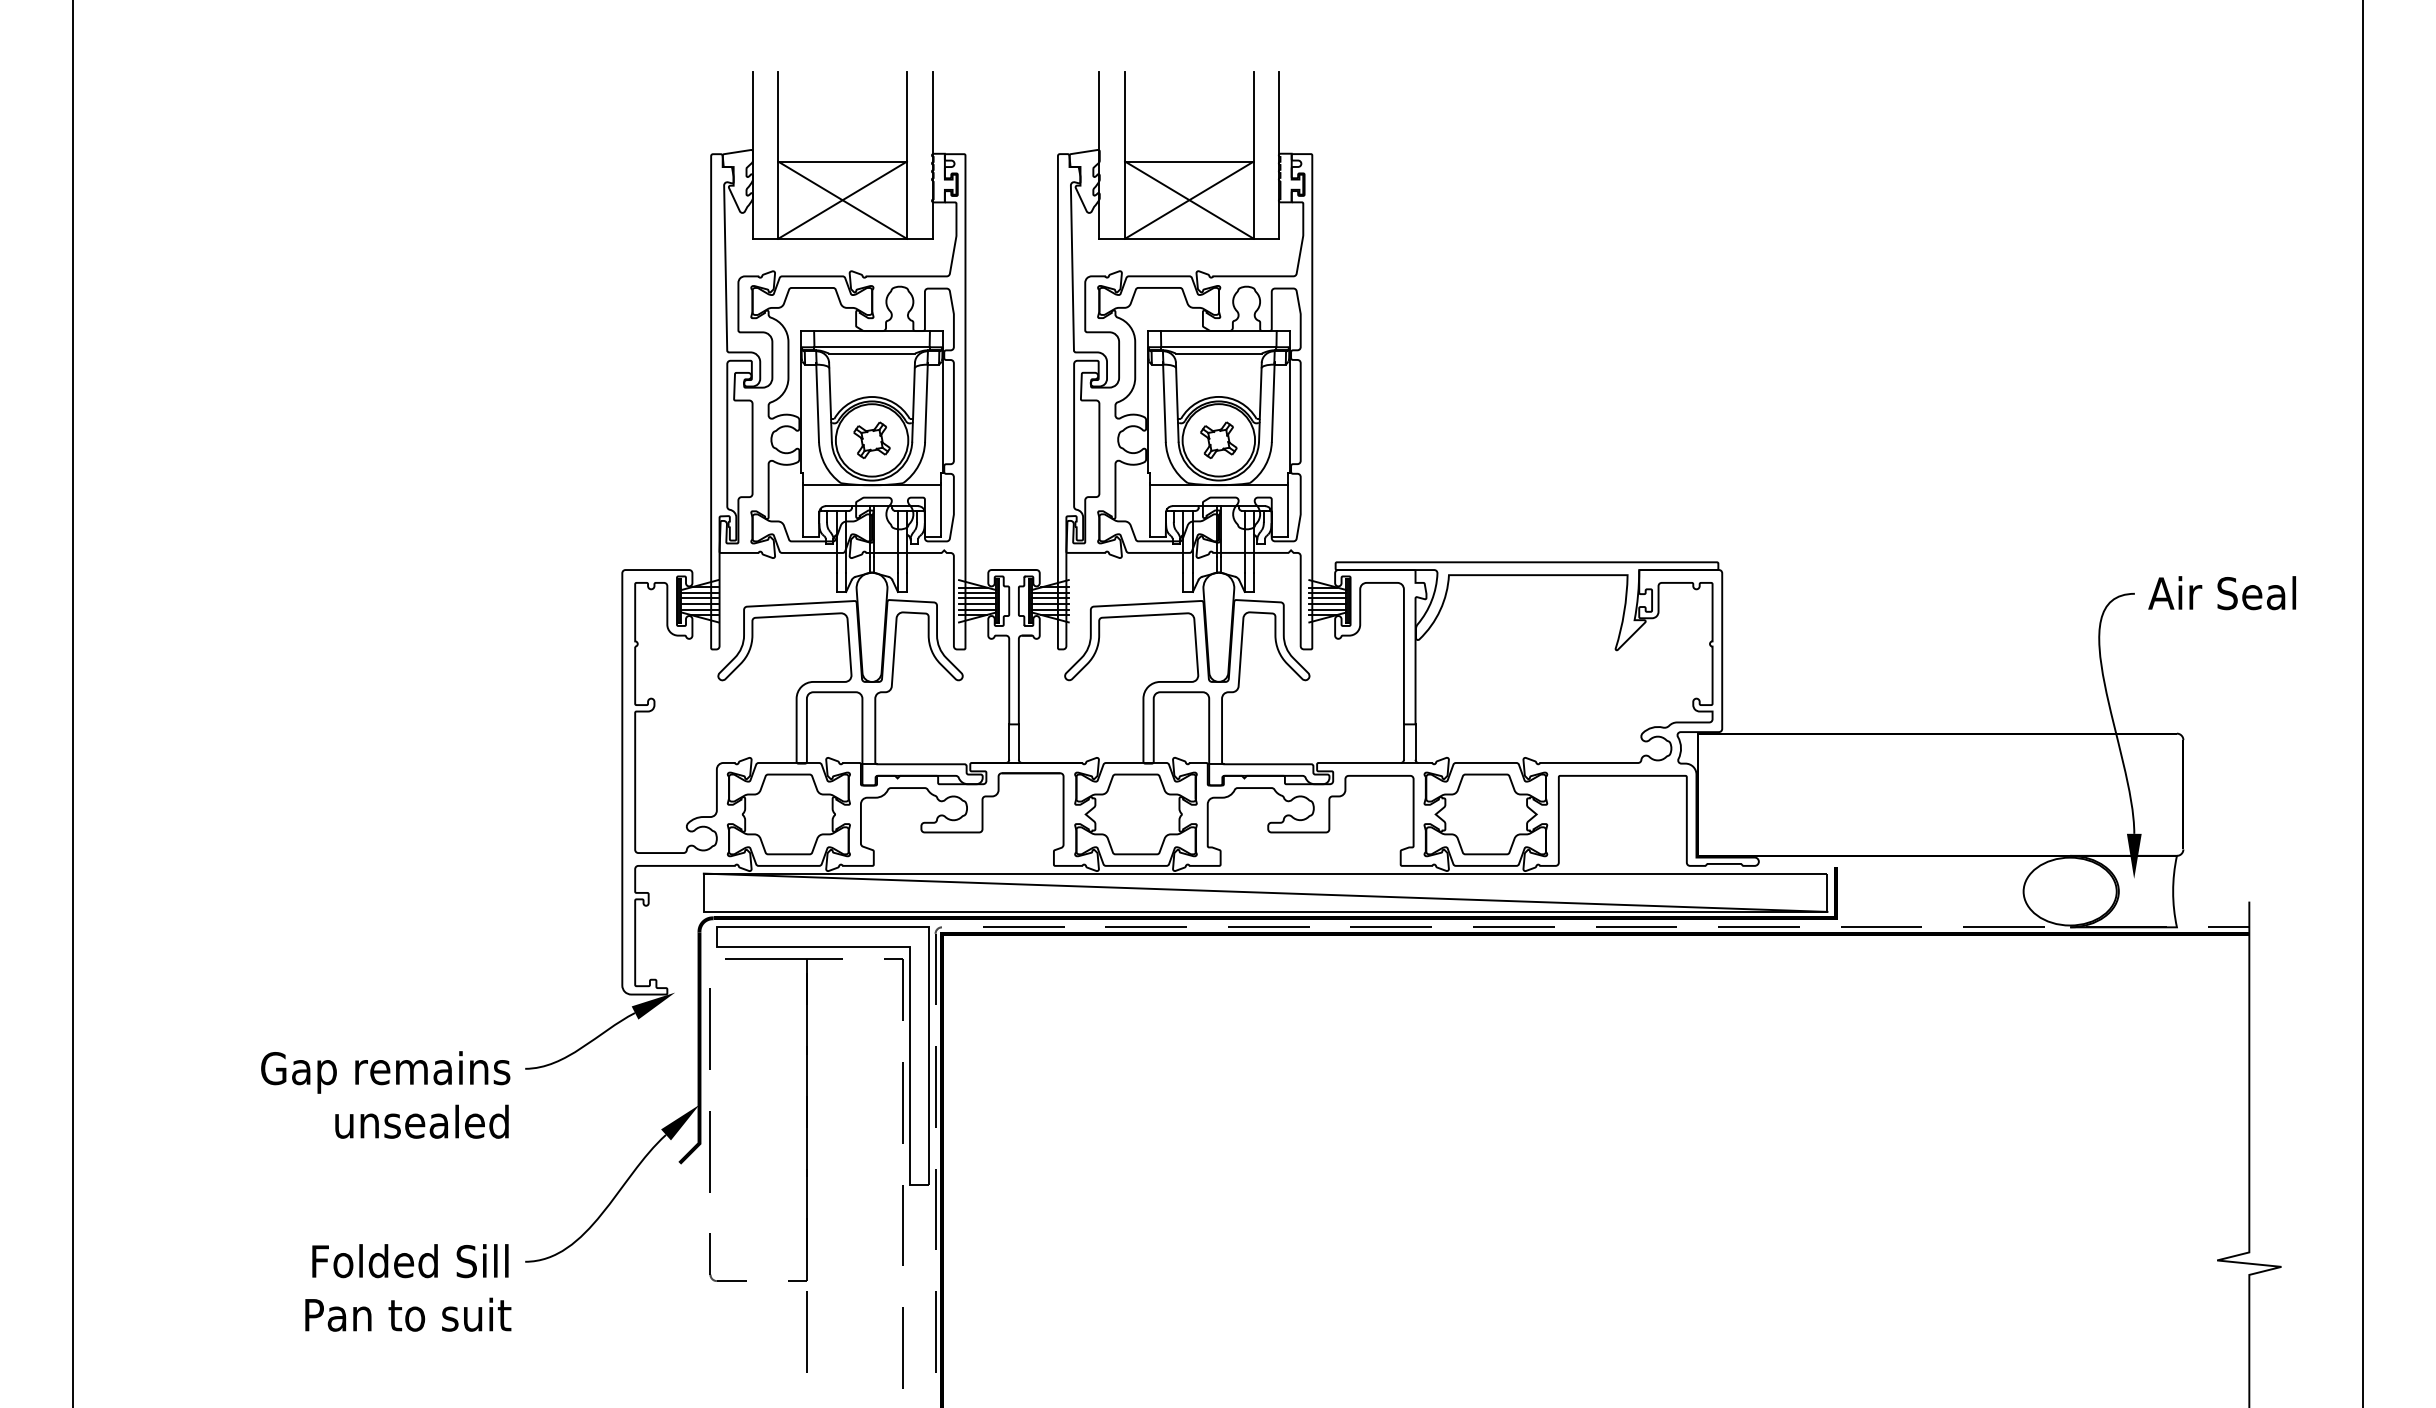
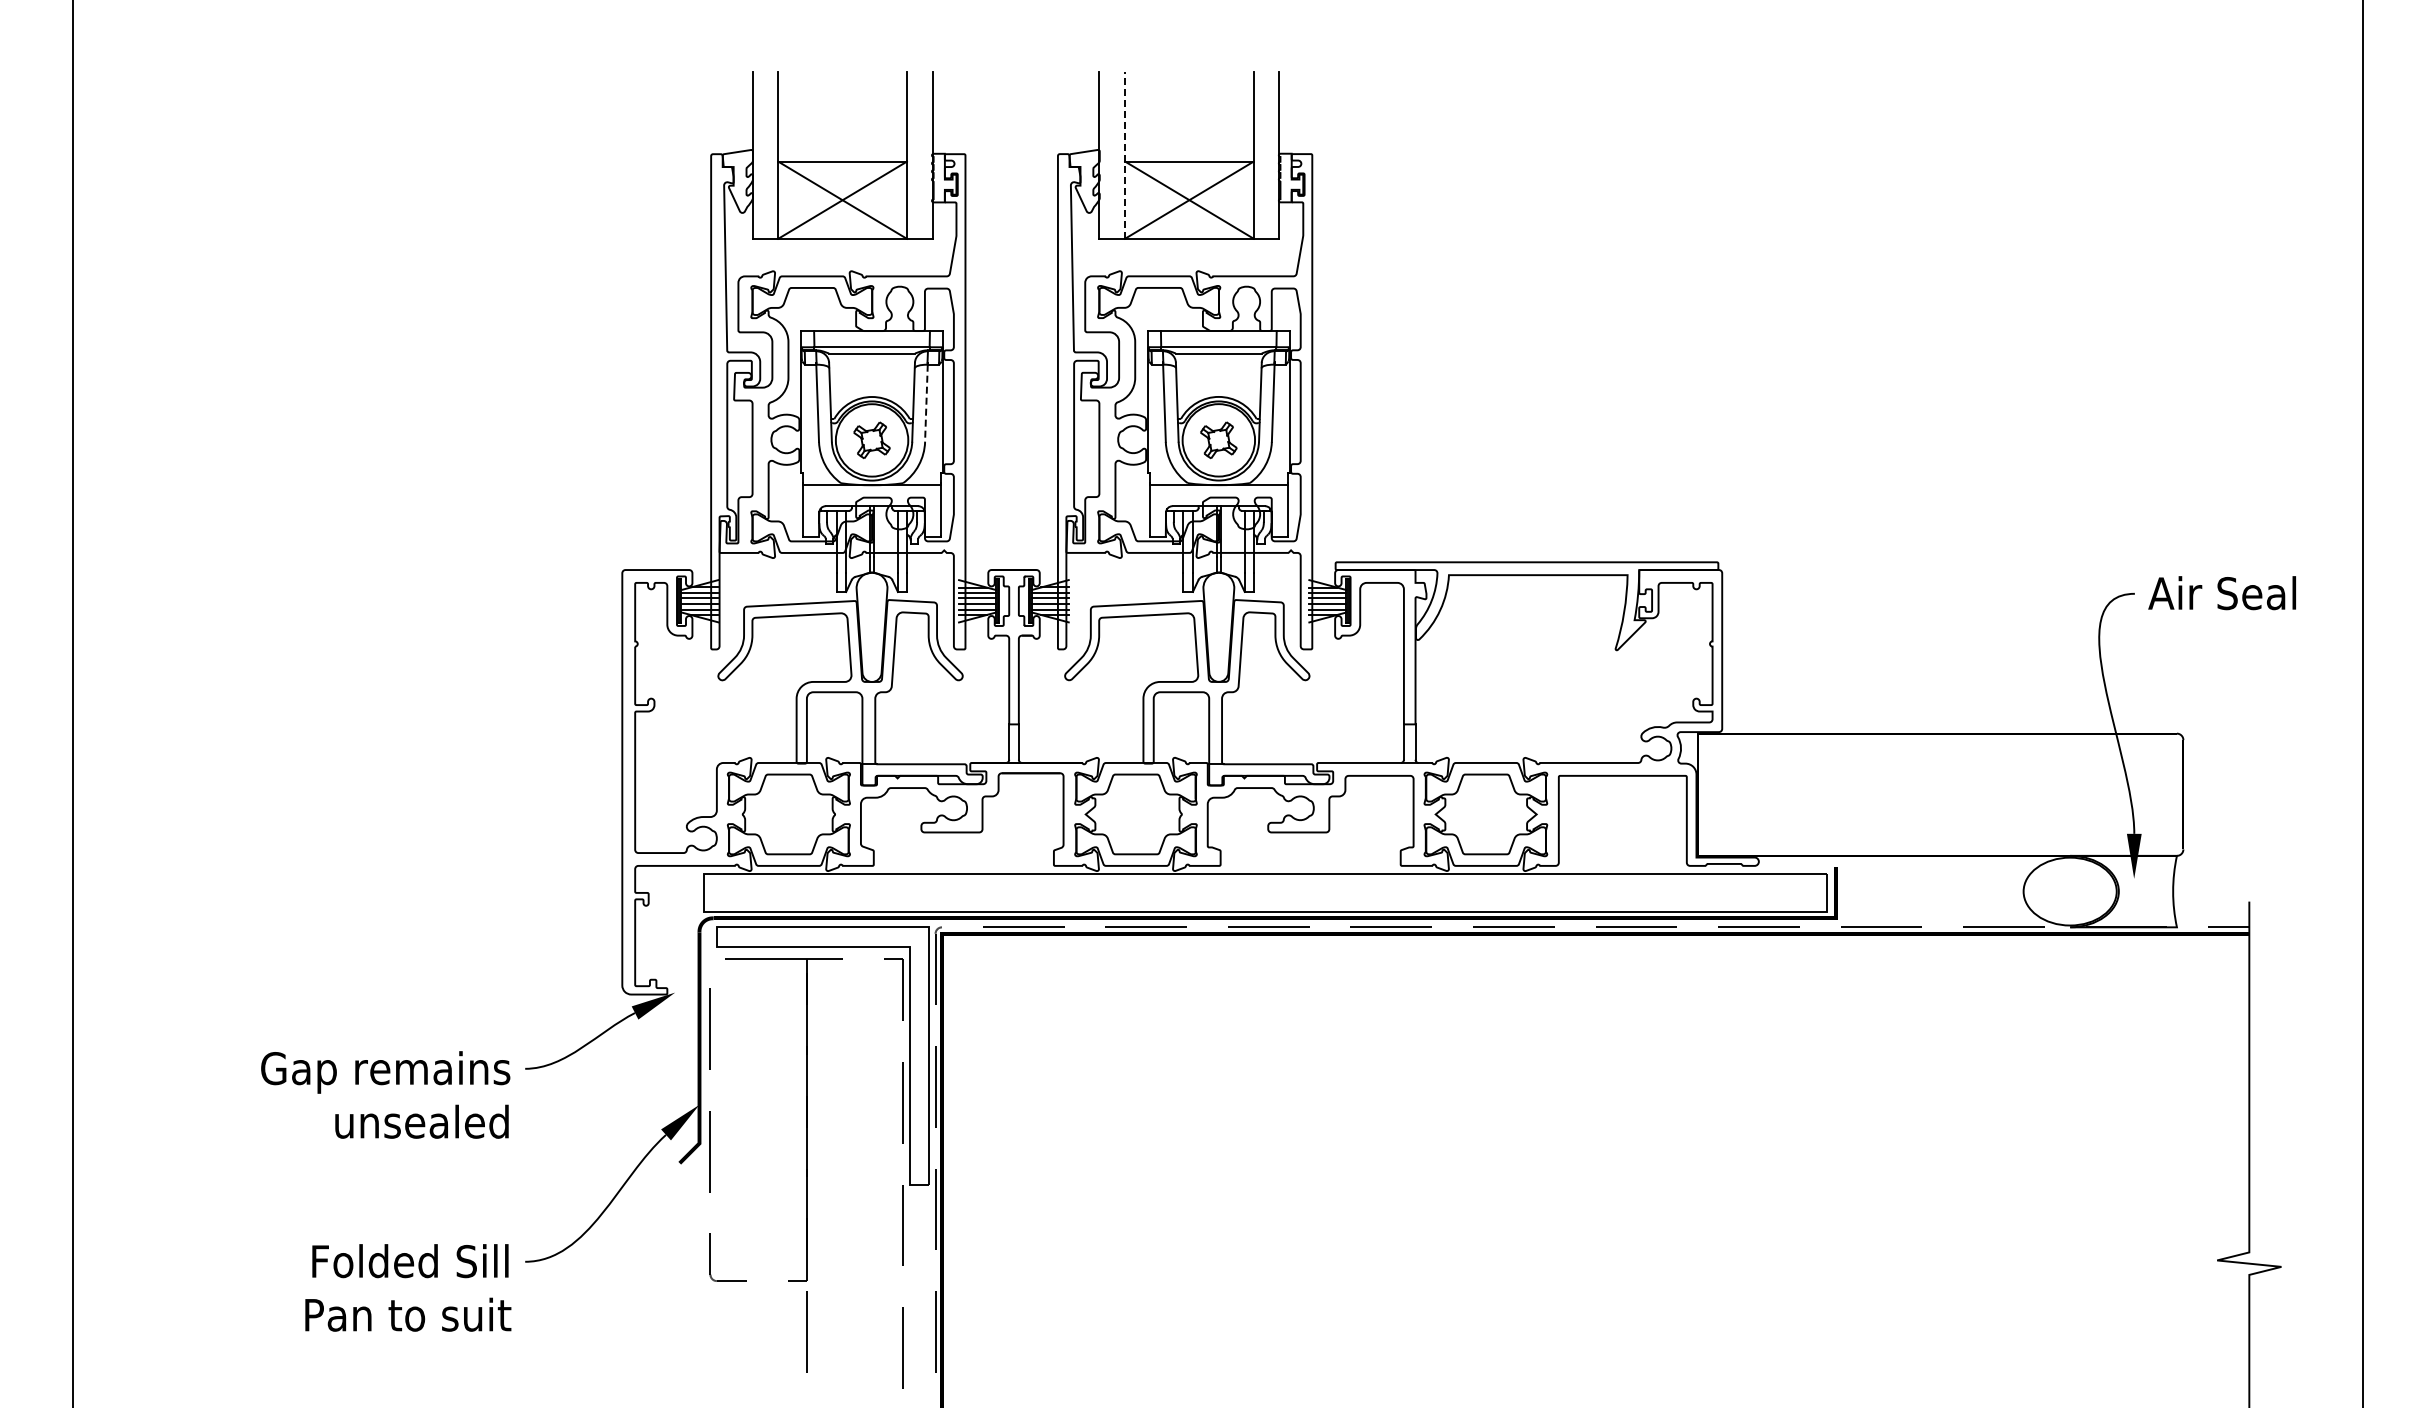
line at (1125, 155): solid -> dashed
line at (926, 403): solid -> dashed
line at (1265, 892): present -> none
